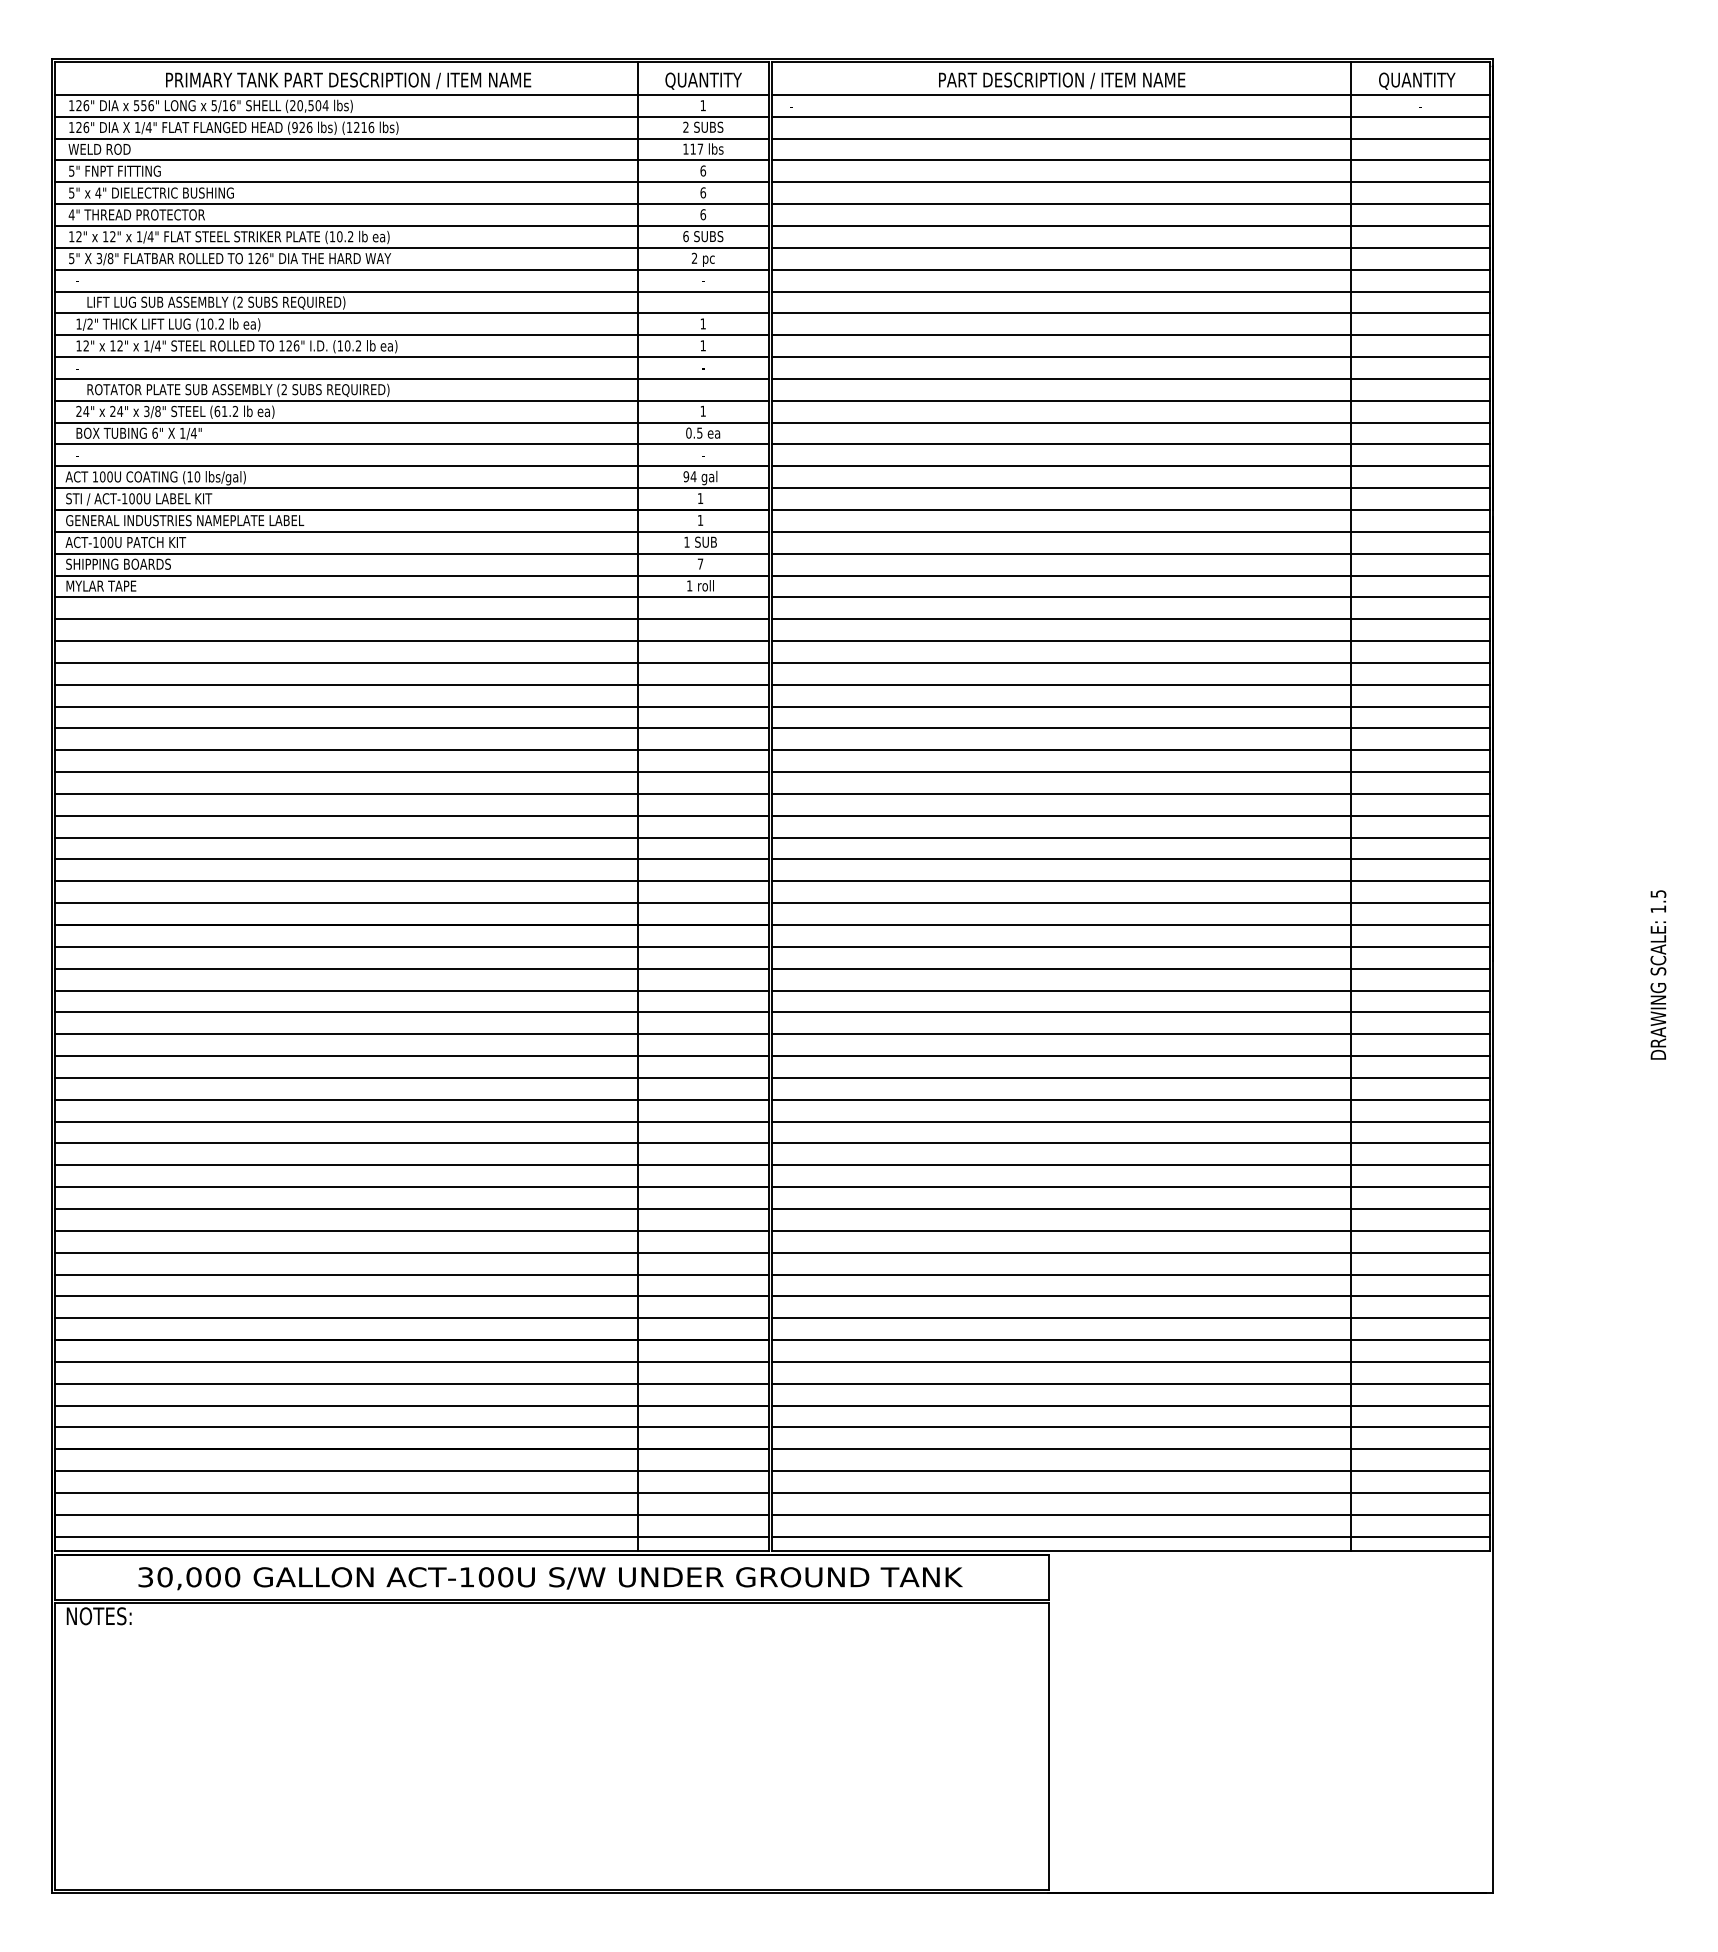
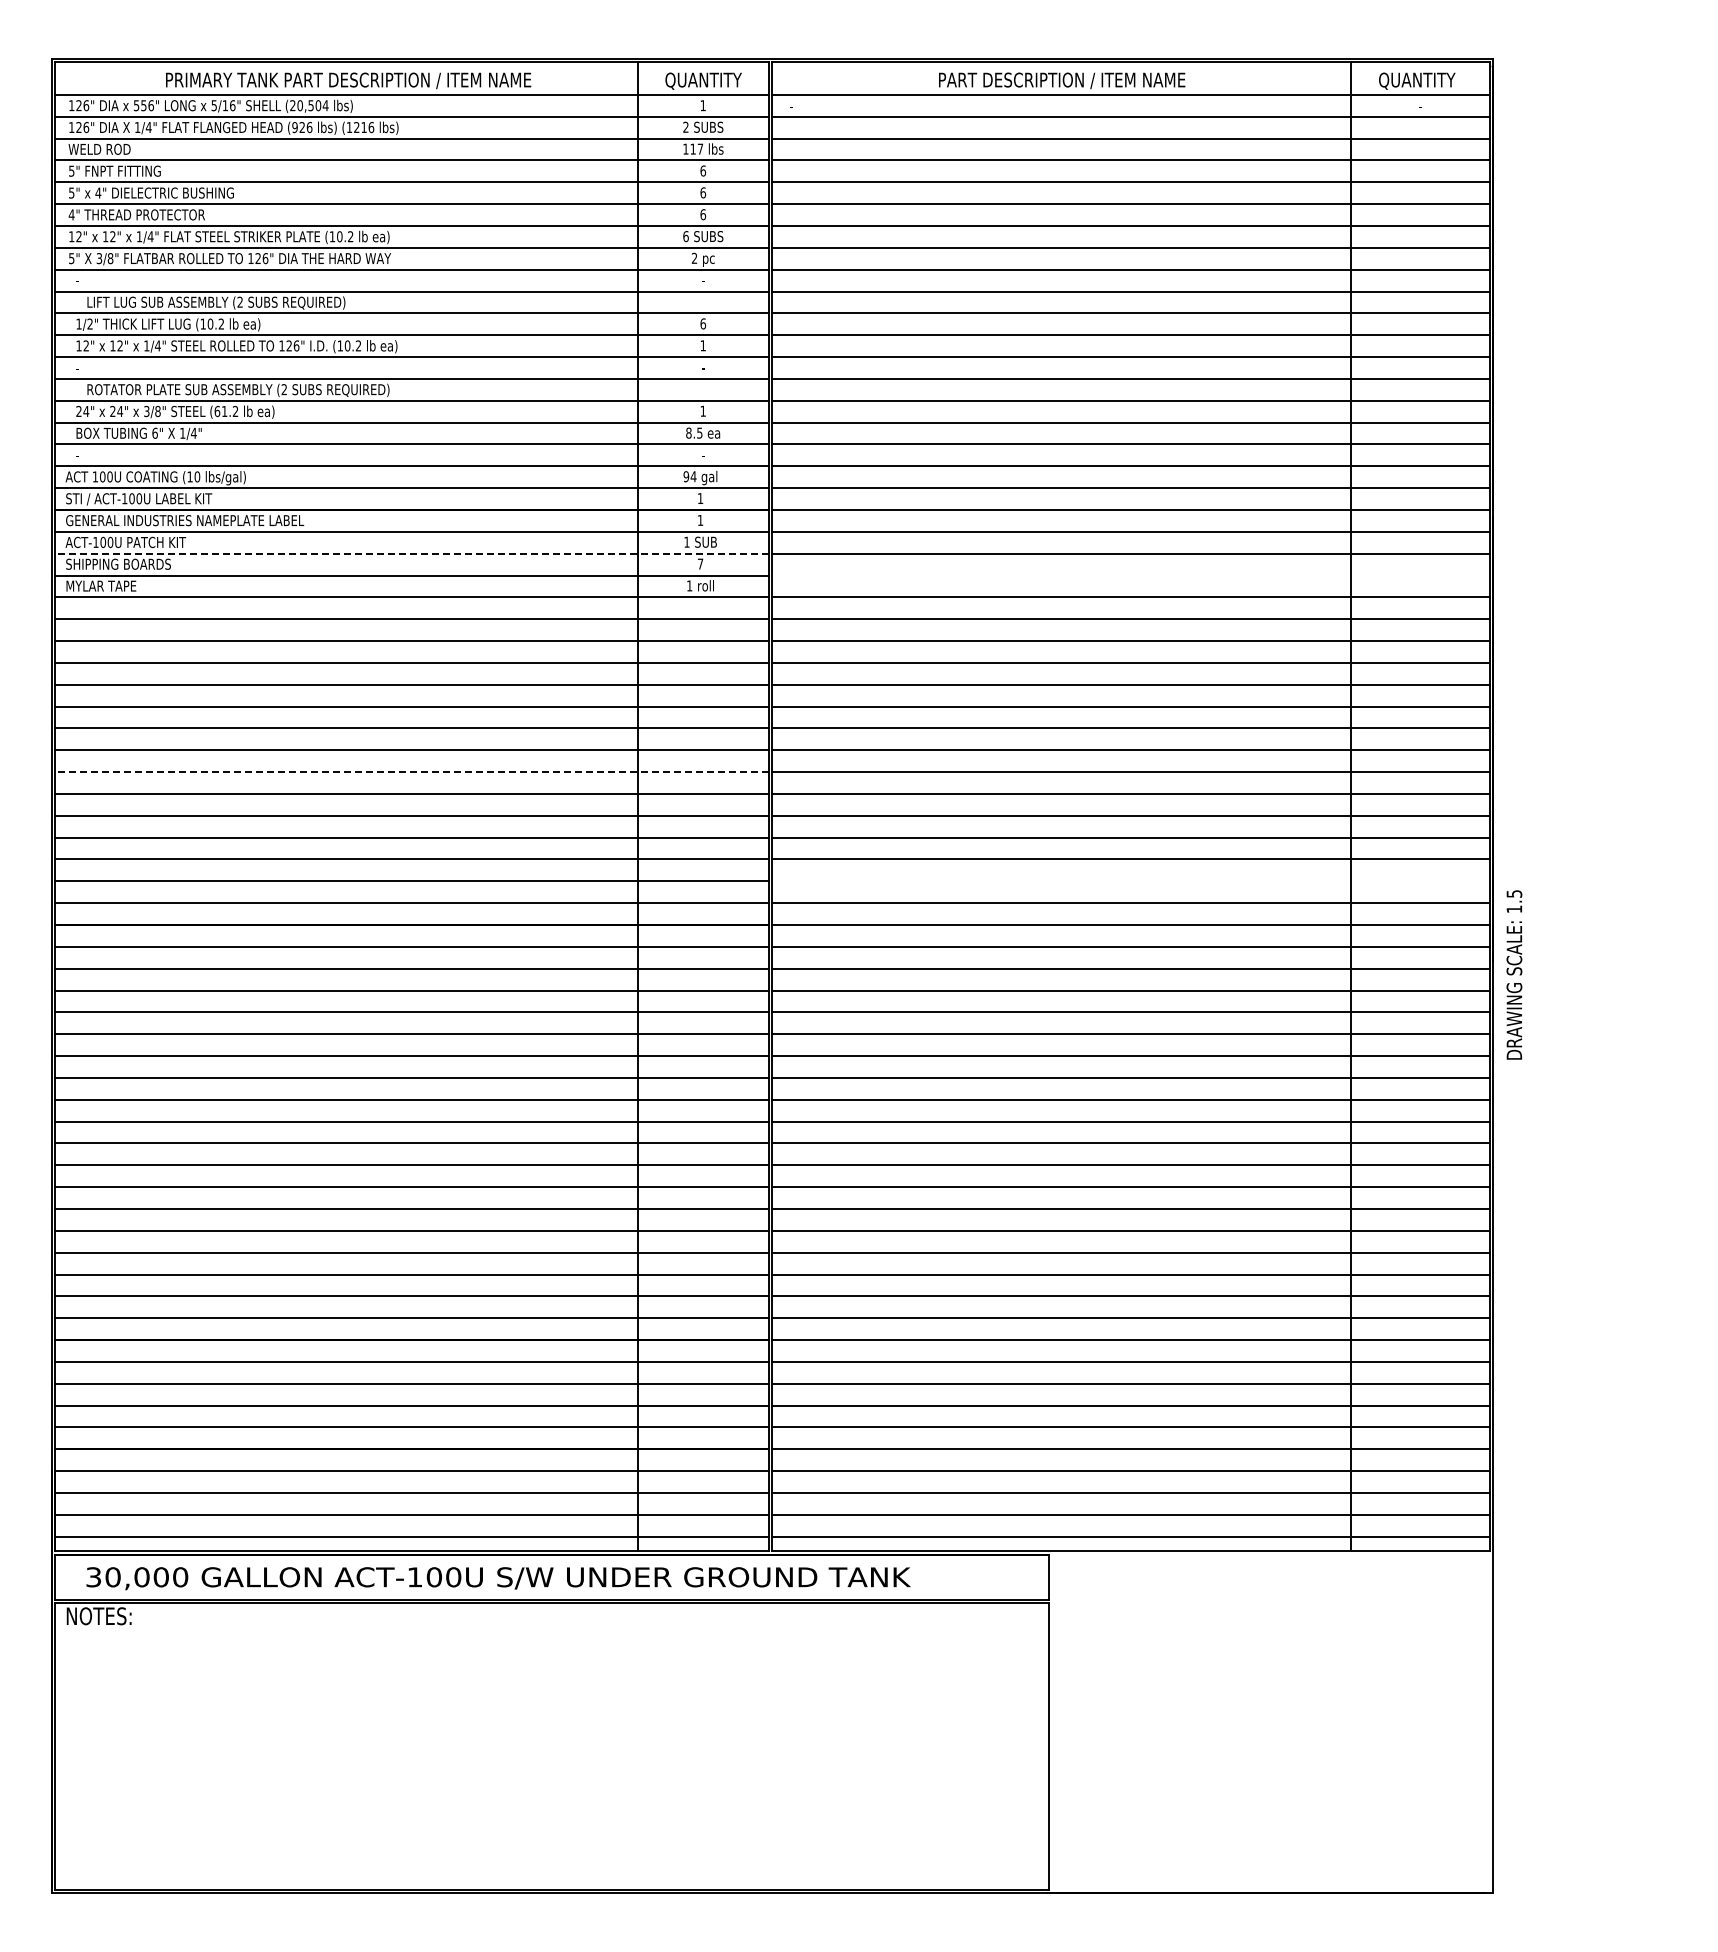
text at (703, 323): 1 -> 6
text at (688, 433): 0.5 -> 8.5
line at (412, 553): solid -> dashed
line at (1130, 575): present -> none
line at (412, 772): solid -> dashed
line at (1130, 881): present -> none
text at (1658, 974) position: (1658, 974) -> (1514, 974)
text at (550, 1578) position: (550, 1578) -> (498, 1578)
